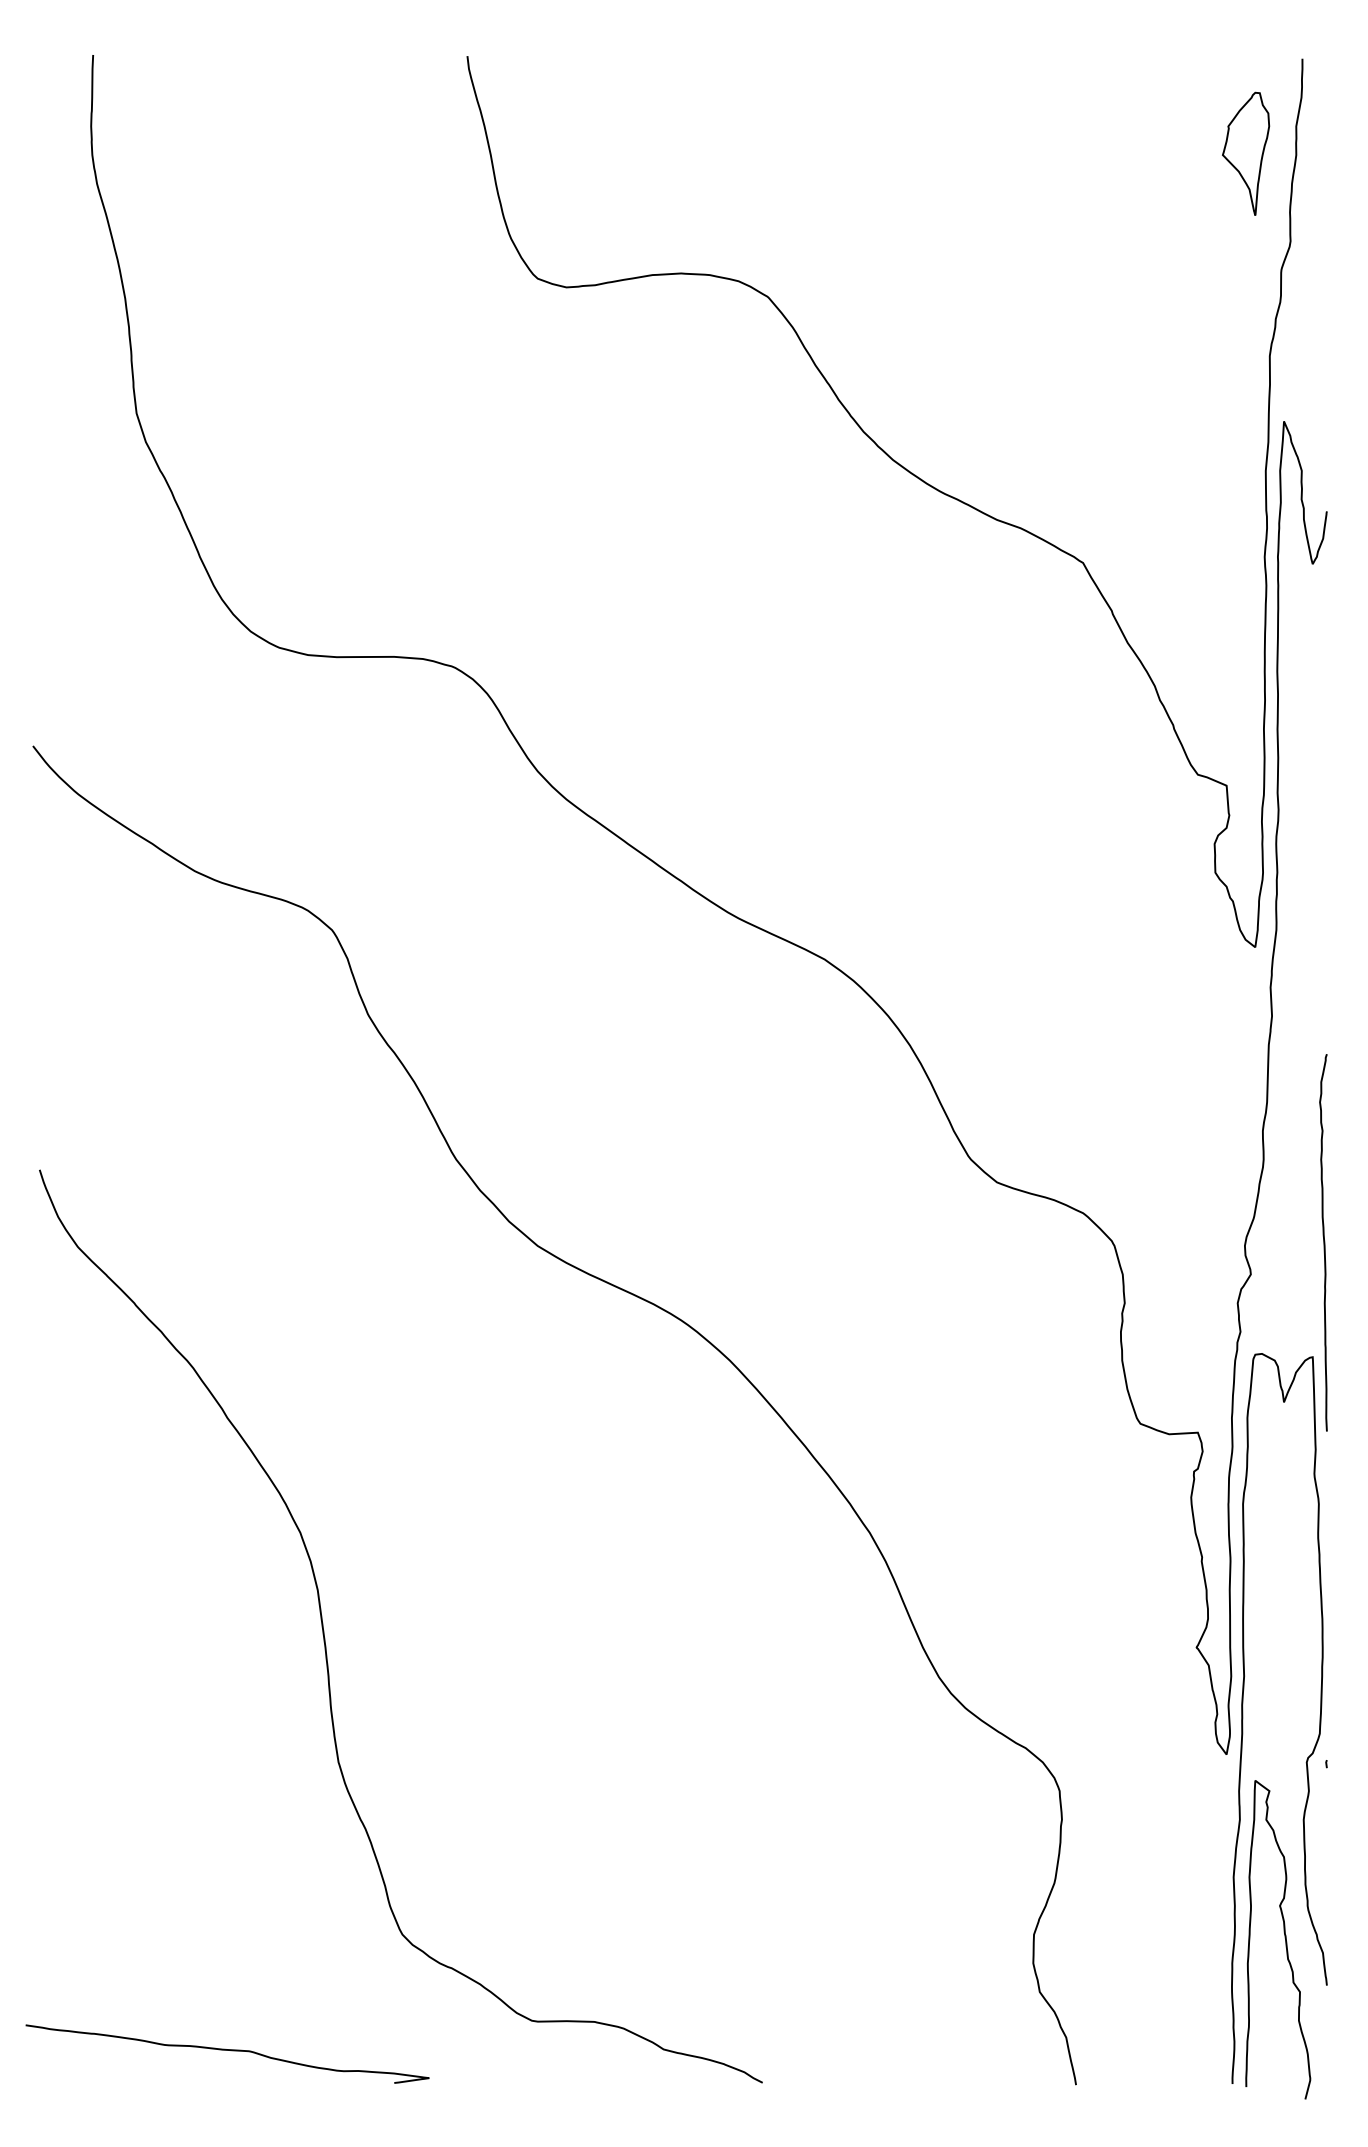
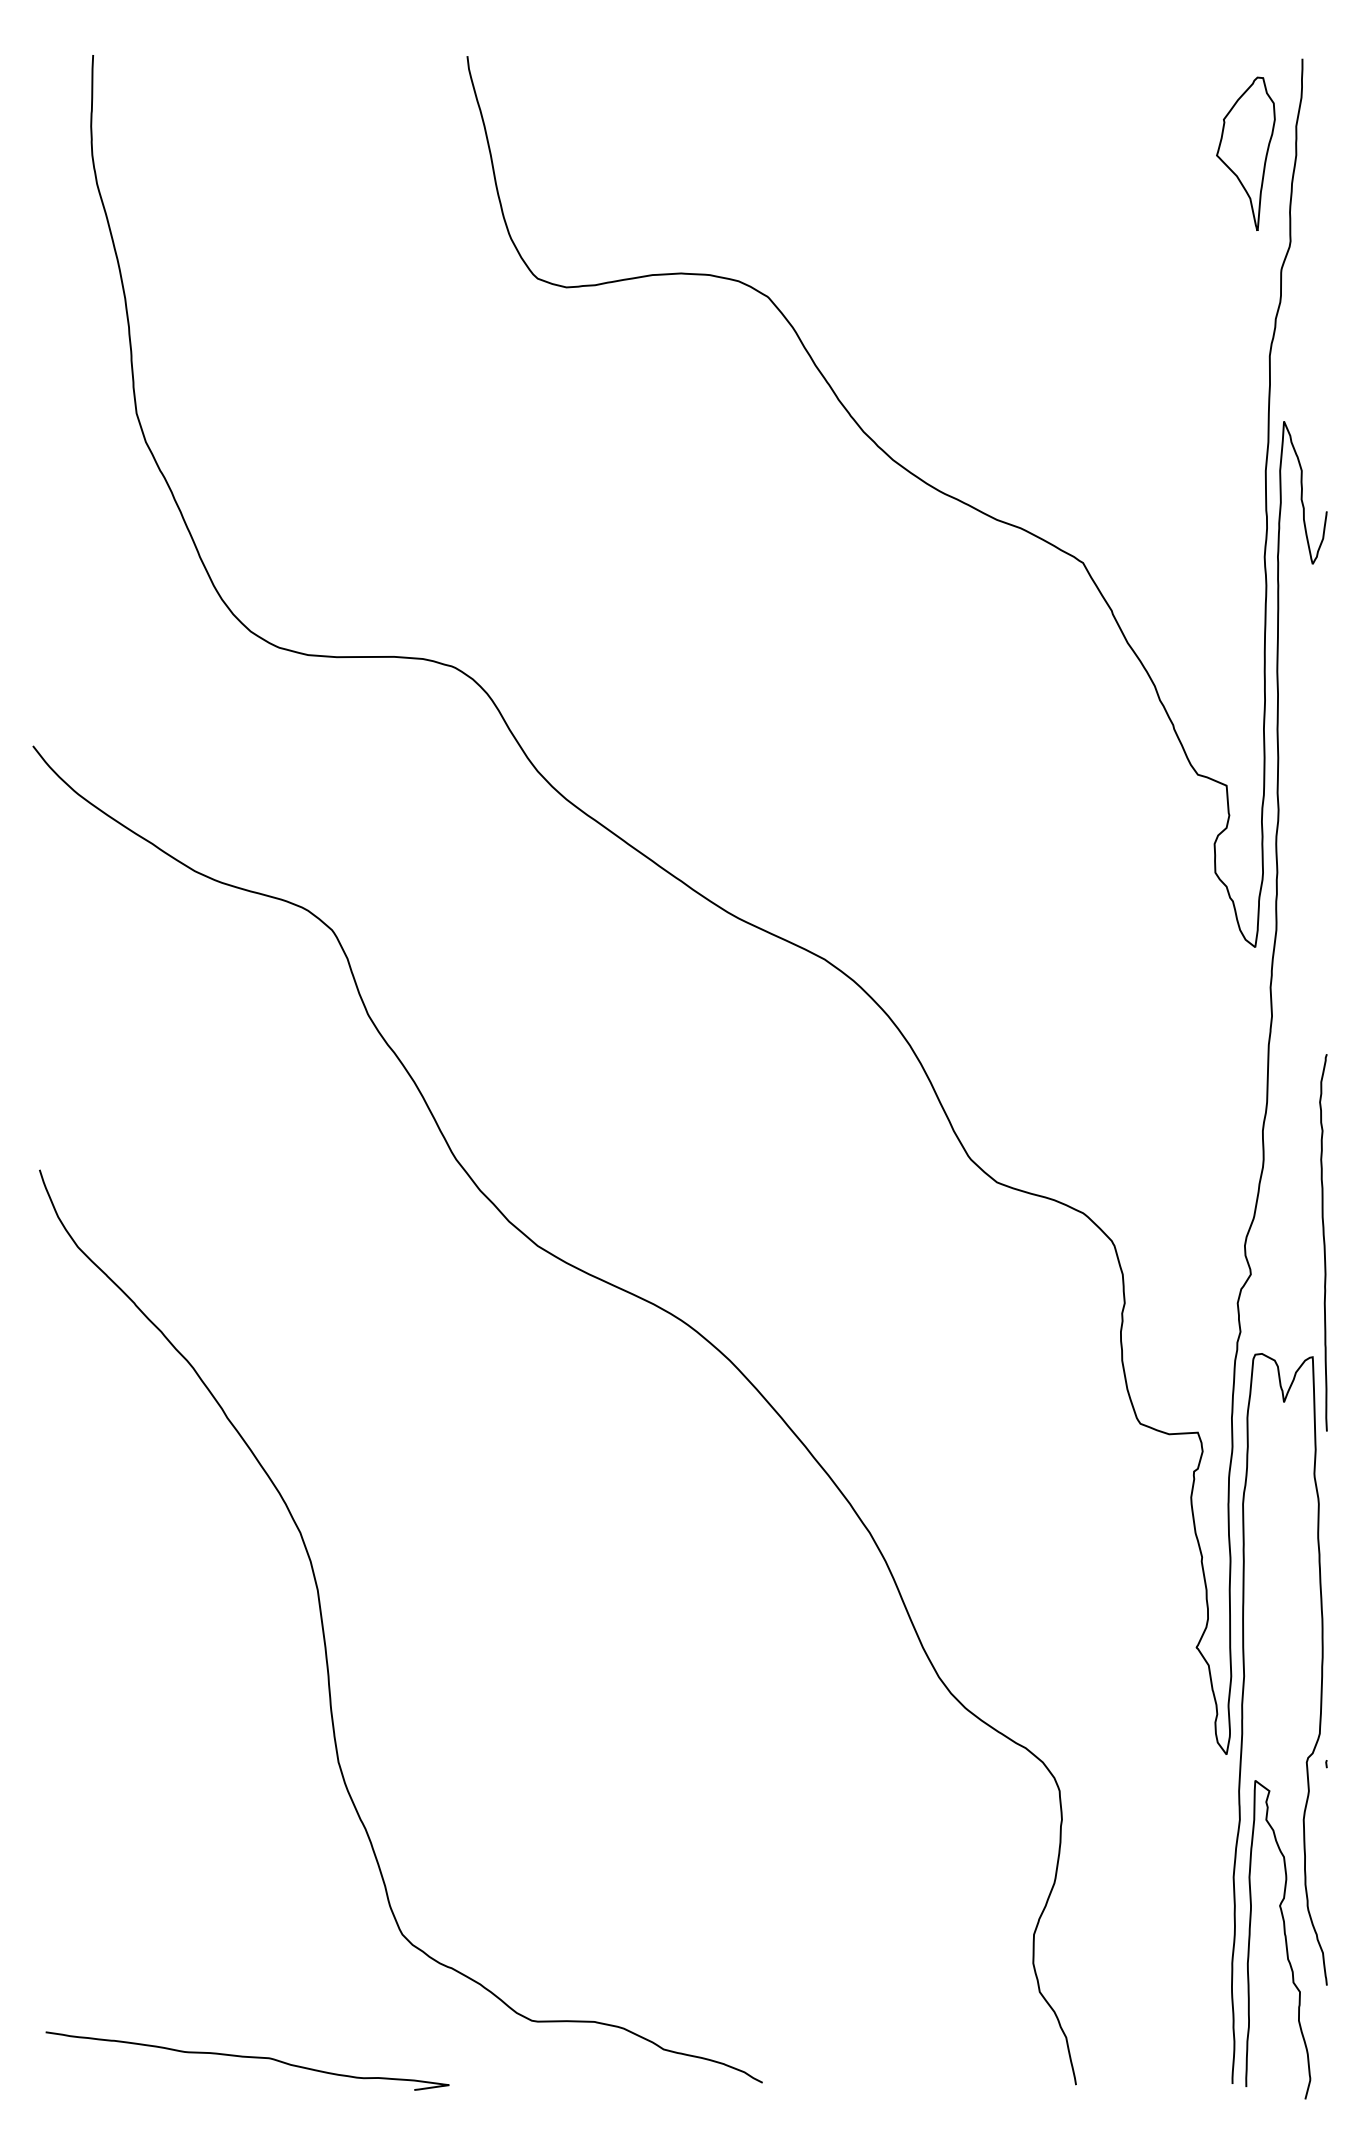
part at (1246, 153) size: 49x125 px -> 60x155 px
curve at (227, 2050) position: (227, 2050) -> (247, 2057)
